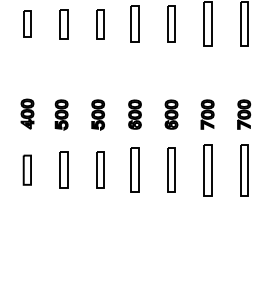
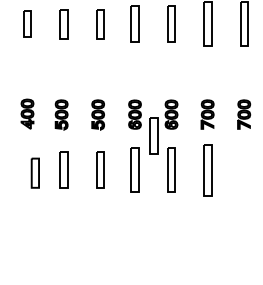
part at (153, 135): none -> present
part at (26, 169) position: (26, 169) -> (34, 172)
part at (244, 170): present -> none
